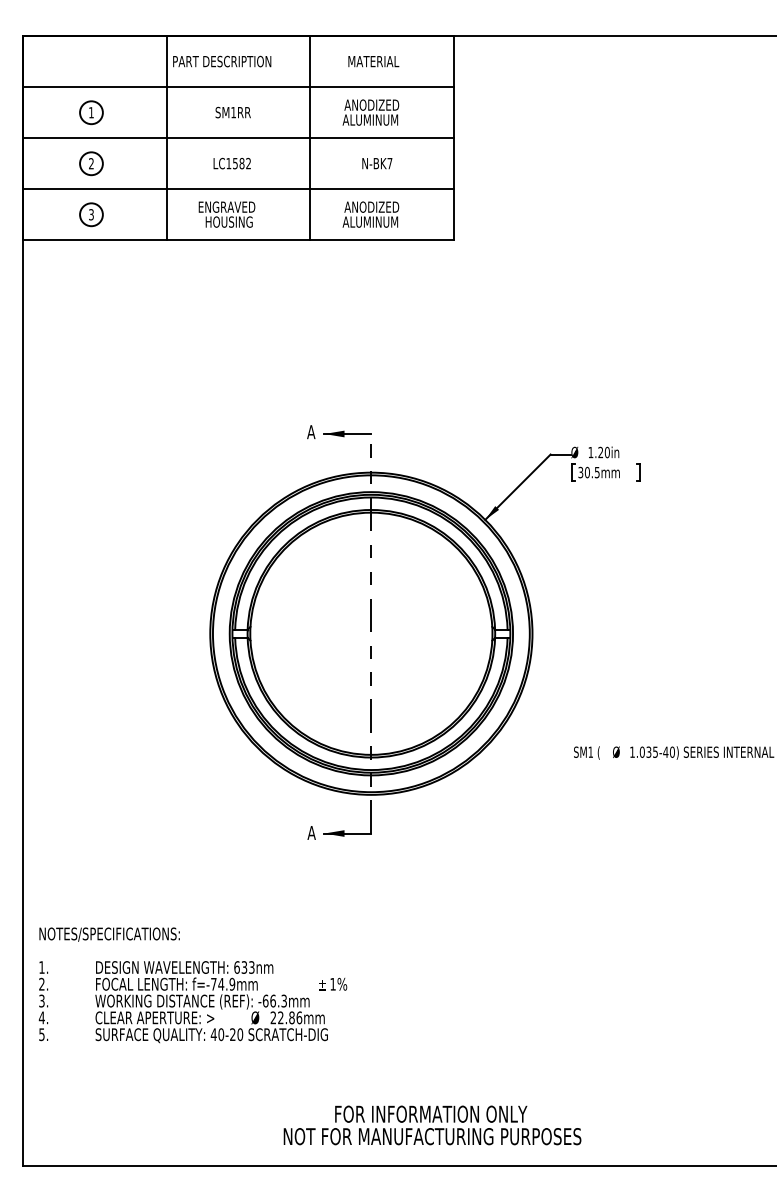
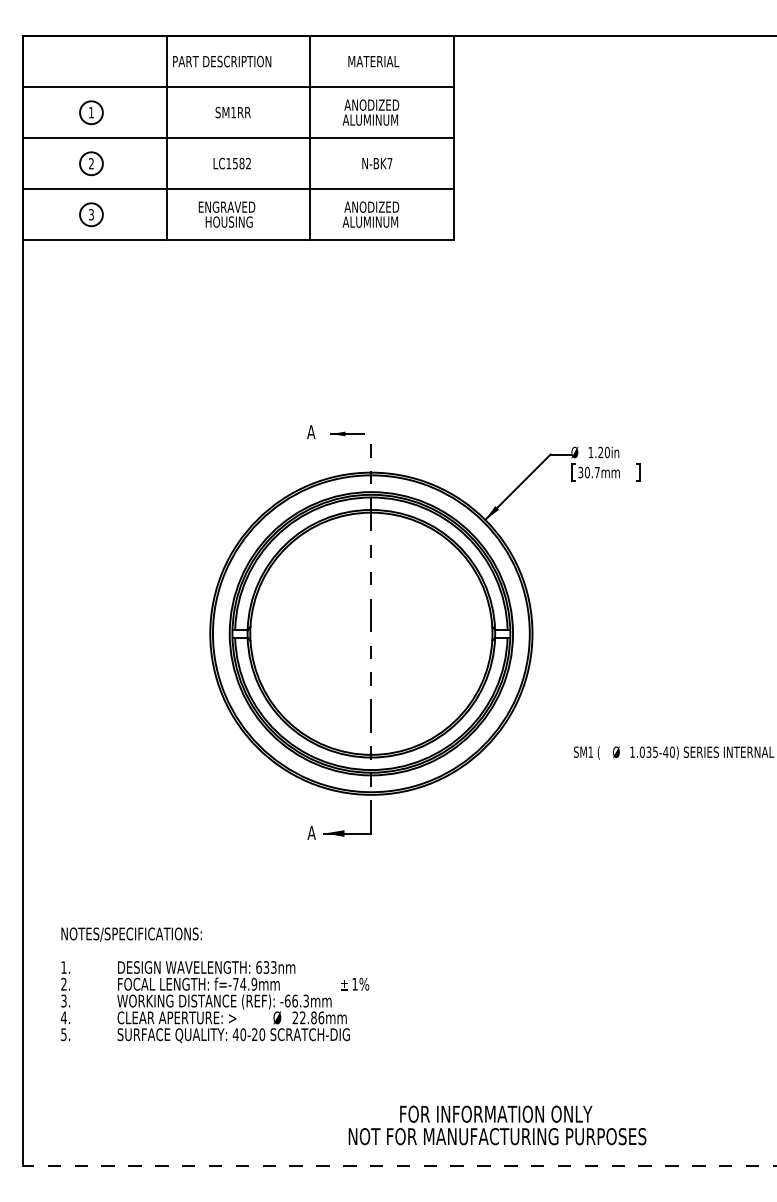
part at (347, 433) size: 49x8 px -> 35x6 px
text at (596, 472): 30.5mm -> 30.7mm
text at (192, 985) position: (192, 985) -> (214, 985)
text at (432, 1125) position: (432, 1125) -> (497, 1125)
line at (399, 1165): solid -> dashed
